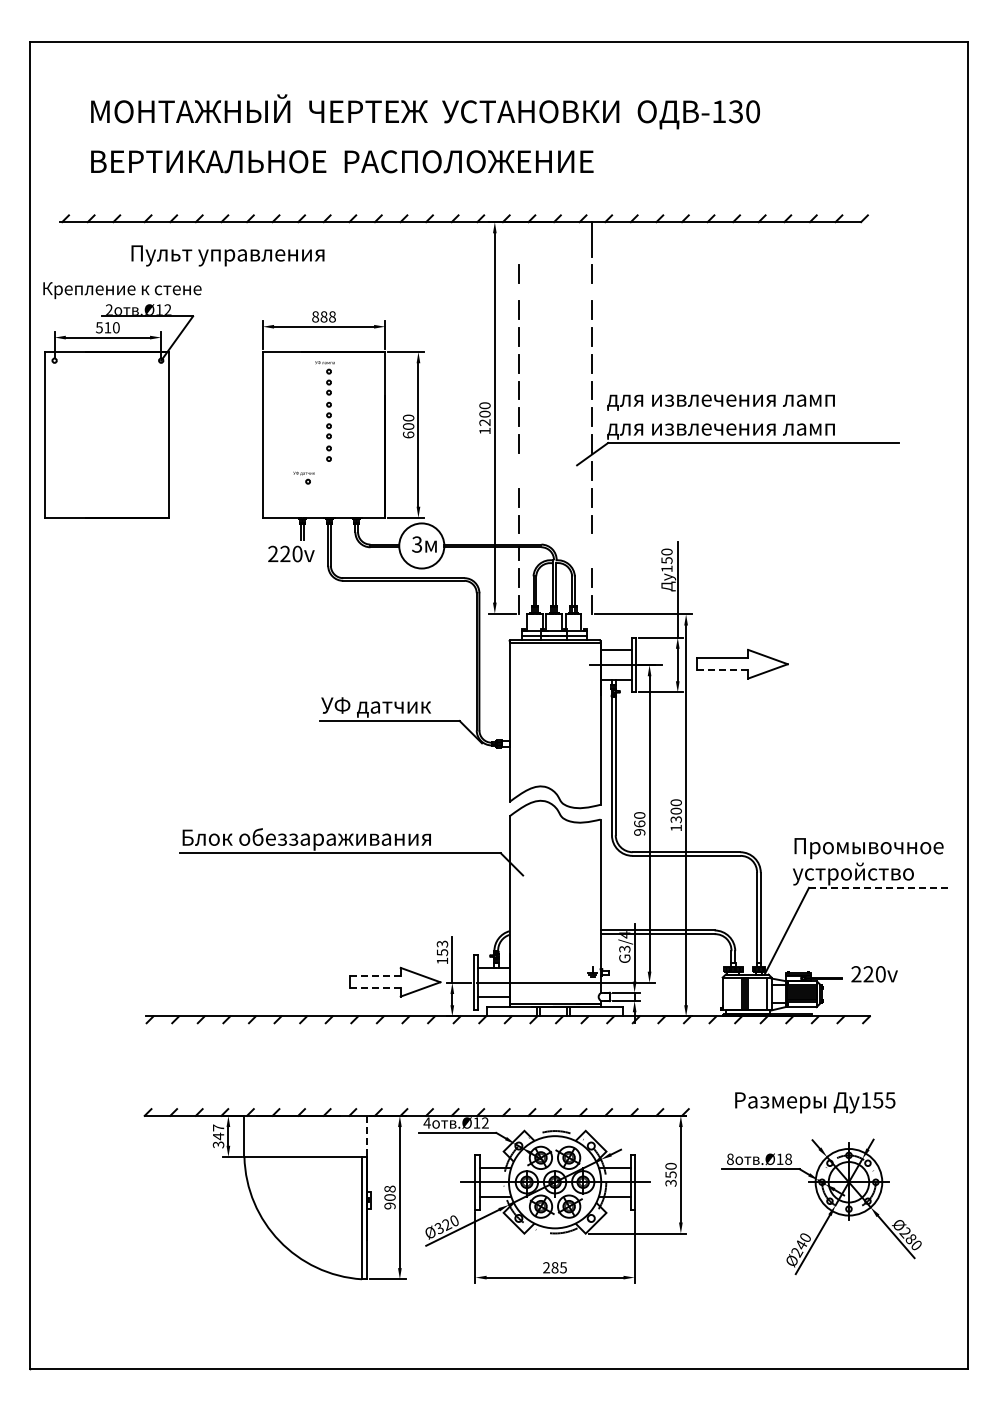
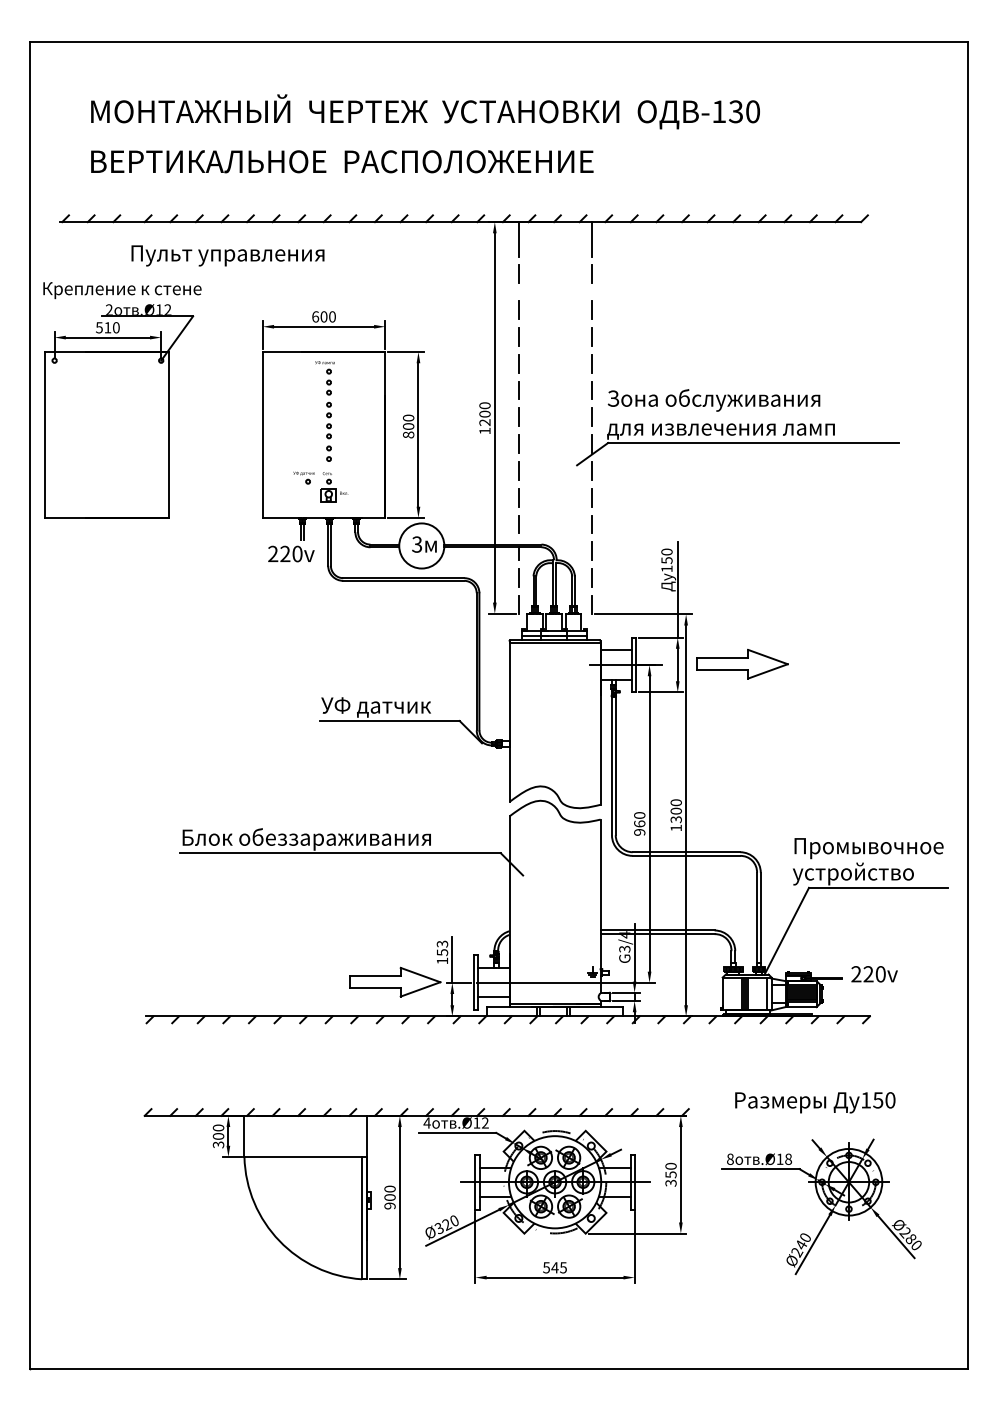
line at (518, 239): none -> present
text at (323, 316): 888 -> 600
text at (720, 400): для извлечения ламп -> Зона обслуживания
text at (408, 434): 600 -> 800
line at (518, 470): none -> present
part at (334, 487): none -> present
line at (591, 550): none -> present
line at (722, 670): dashed -> solid
line at (878, 887): dashed -> solid
line at (375, 976): dashed -> solid
line at (375, 988): dashed -> solid
text at (890, 1100): 155 -> 150
text at (218, 1132): 347 -> 300
line at (366, 1135): dashed -> solid
text at (389, 1188): 908 -> 900
text at (550, 1267): 285 -> 545
